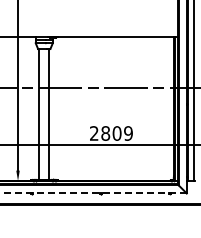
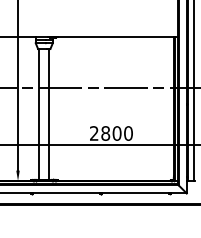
text at (128, 133): 2809 -> 2800
line at (92, 193): dashed -> solid
